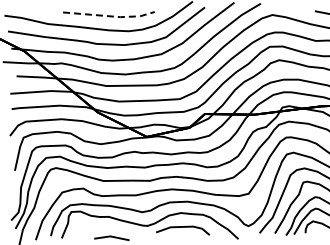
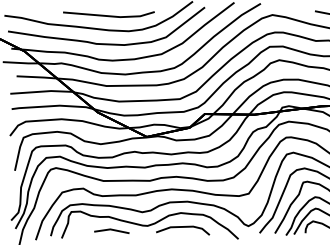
line at (110, 16): dashed -> solid
line at (111, 237) position: (111, 237) -> (111, 230)
